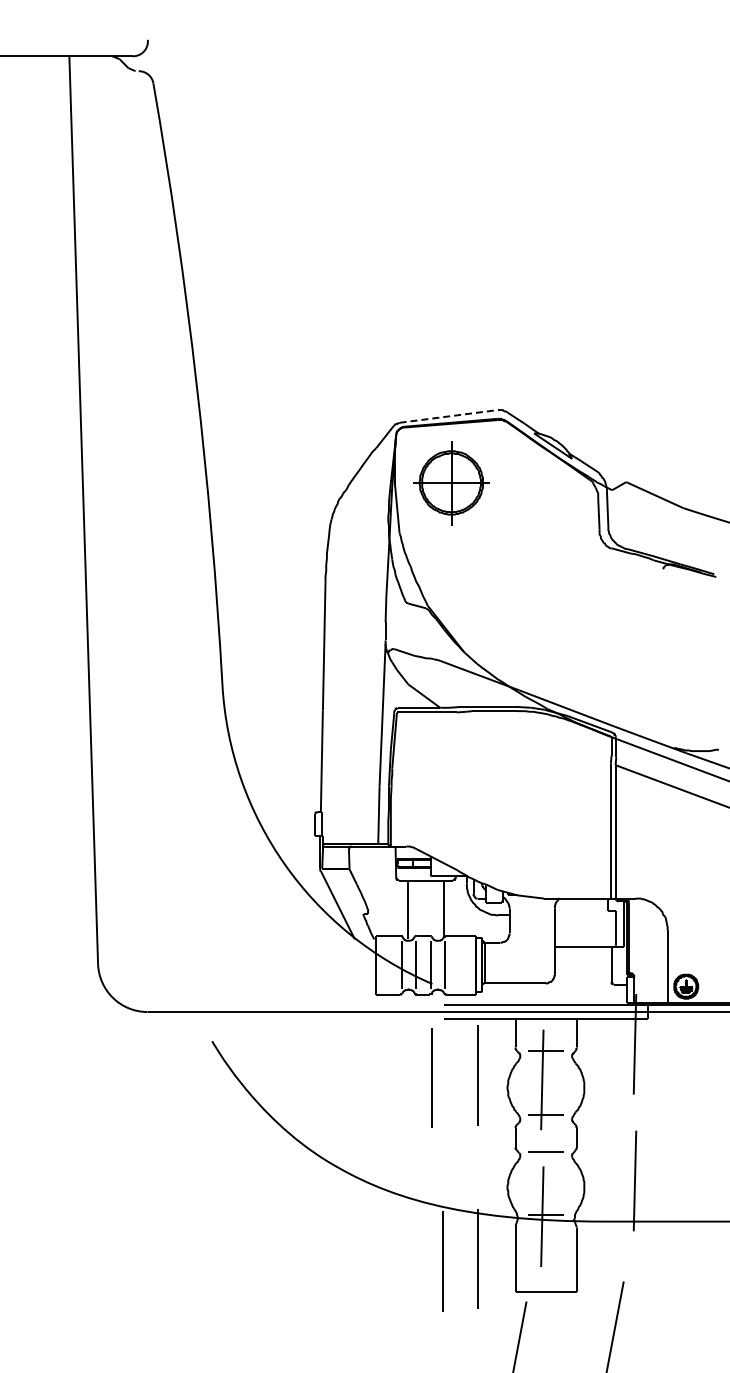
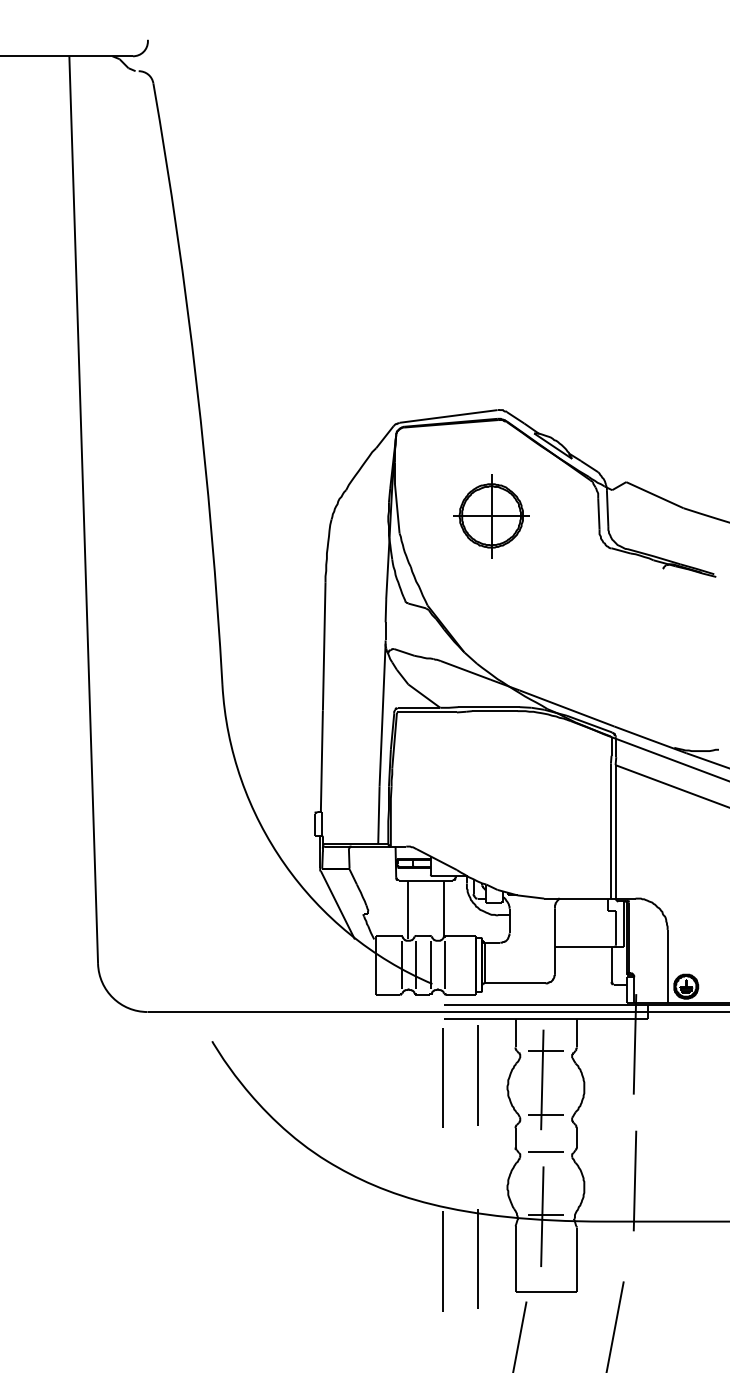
line at (449, 416): dashed -> solid
part at (451, 483) position: (451, 483) -> (491, 516)
line at (431, 1077) position: (431, 1077) -> (442, 1077)
